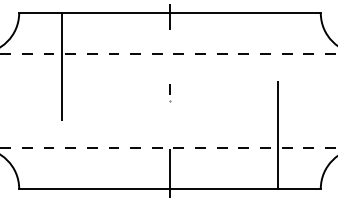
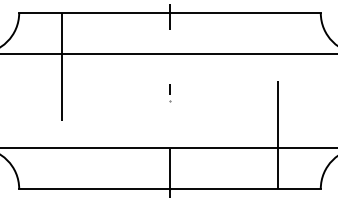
line at (169, 53): dashed -> solid
line at (169, 148): dashed -> solid
